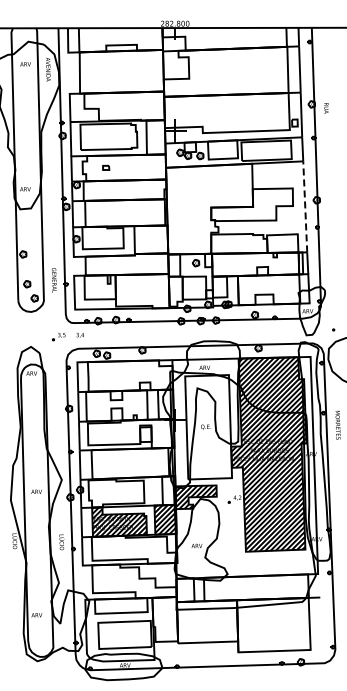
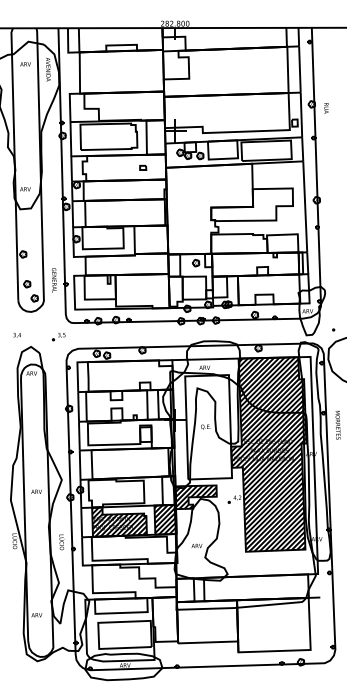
part at (106, 167) position: (106, 167) -> (143, 167)
line at (305, 206): dashed -> solid
text at (79, 334) position: (79, 334) -> (16, 334)
